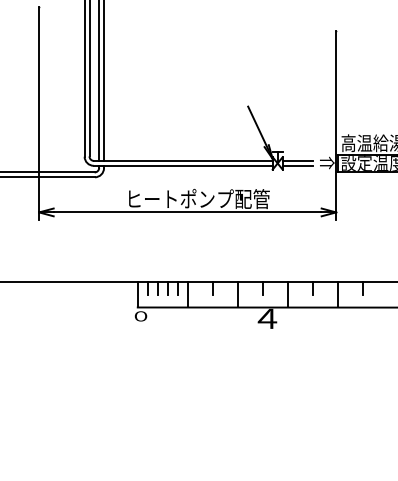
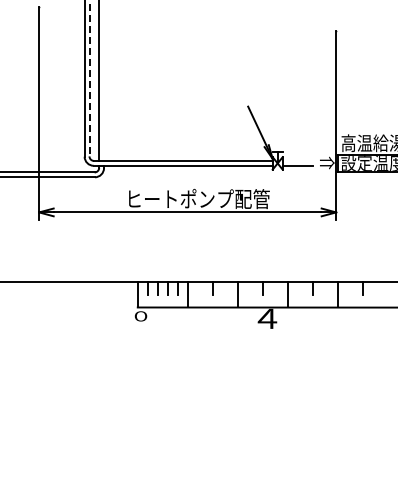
line at (89, 78): solid -> dashed
line at (104, 81): present -> none
line at (297, 160): present -> none
